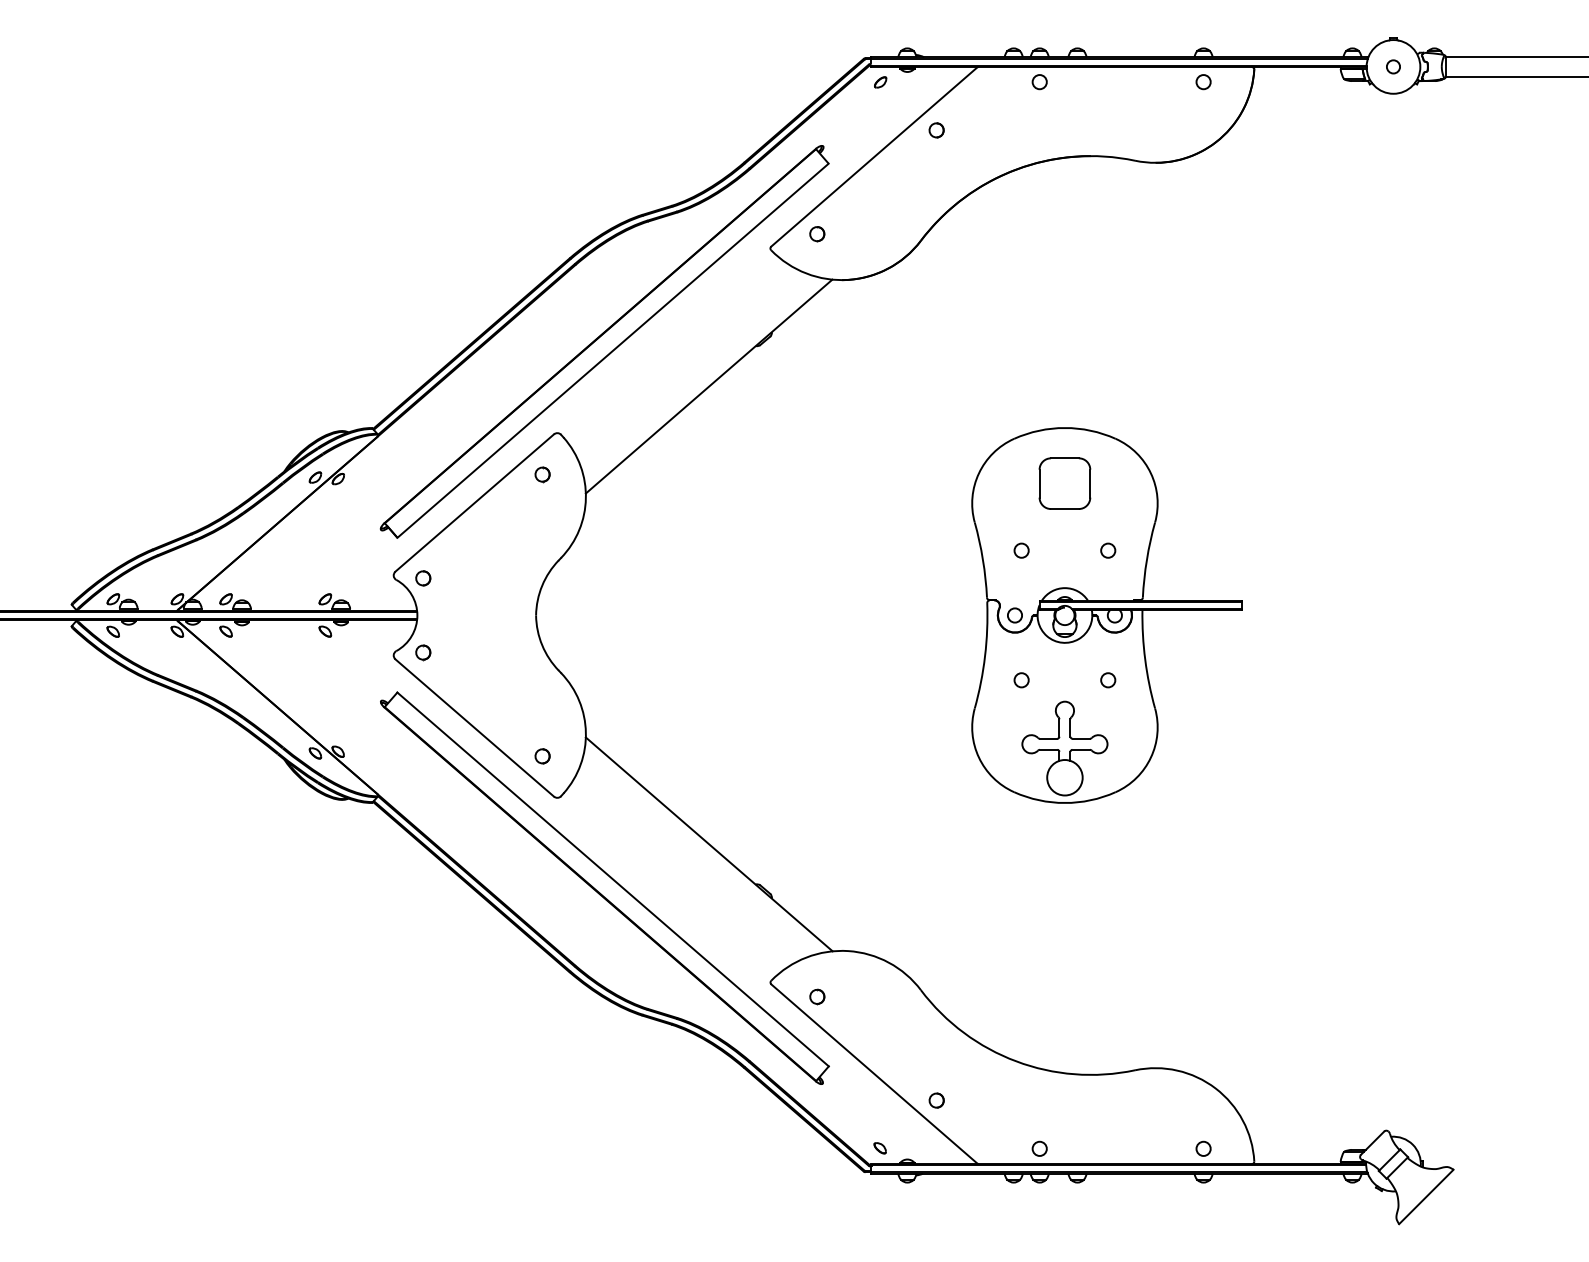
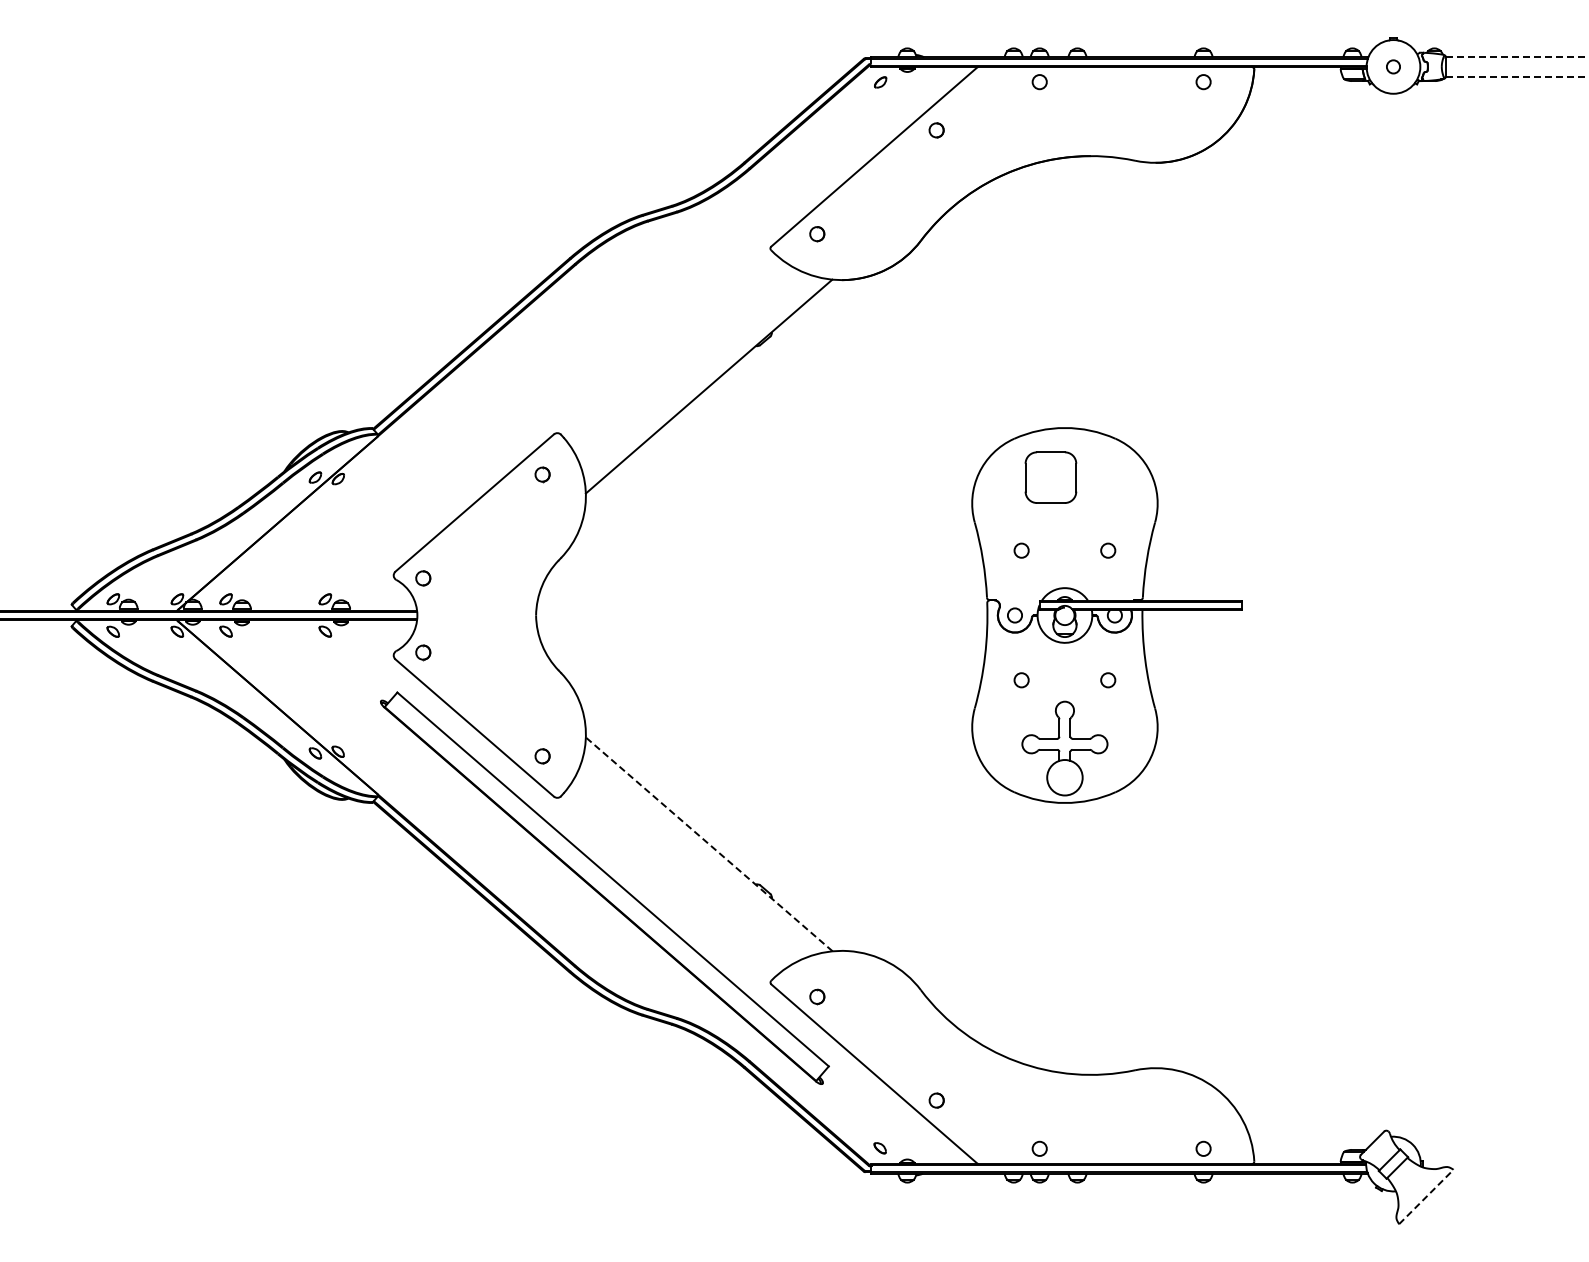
line at (1518, 57): solid -> dashed
line at (1518, 76): solid -> dashed
part at (604, 341): present -> none
part at (1064, 483) position: (1064, 483) -> (1050, 477)
line at (708, 844): solid -> dashed
line at (1426, 1196): solid -> dashed
